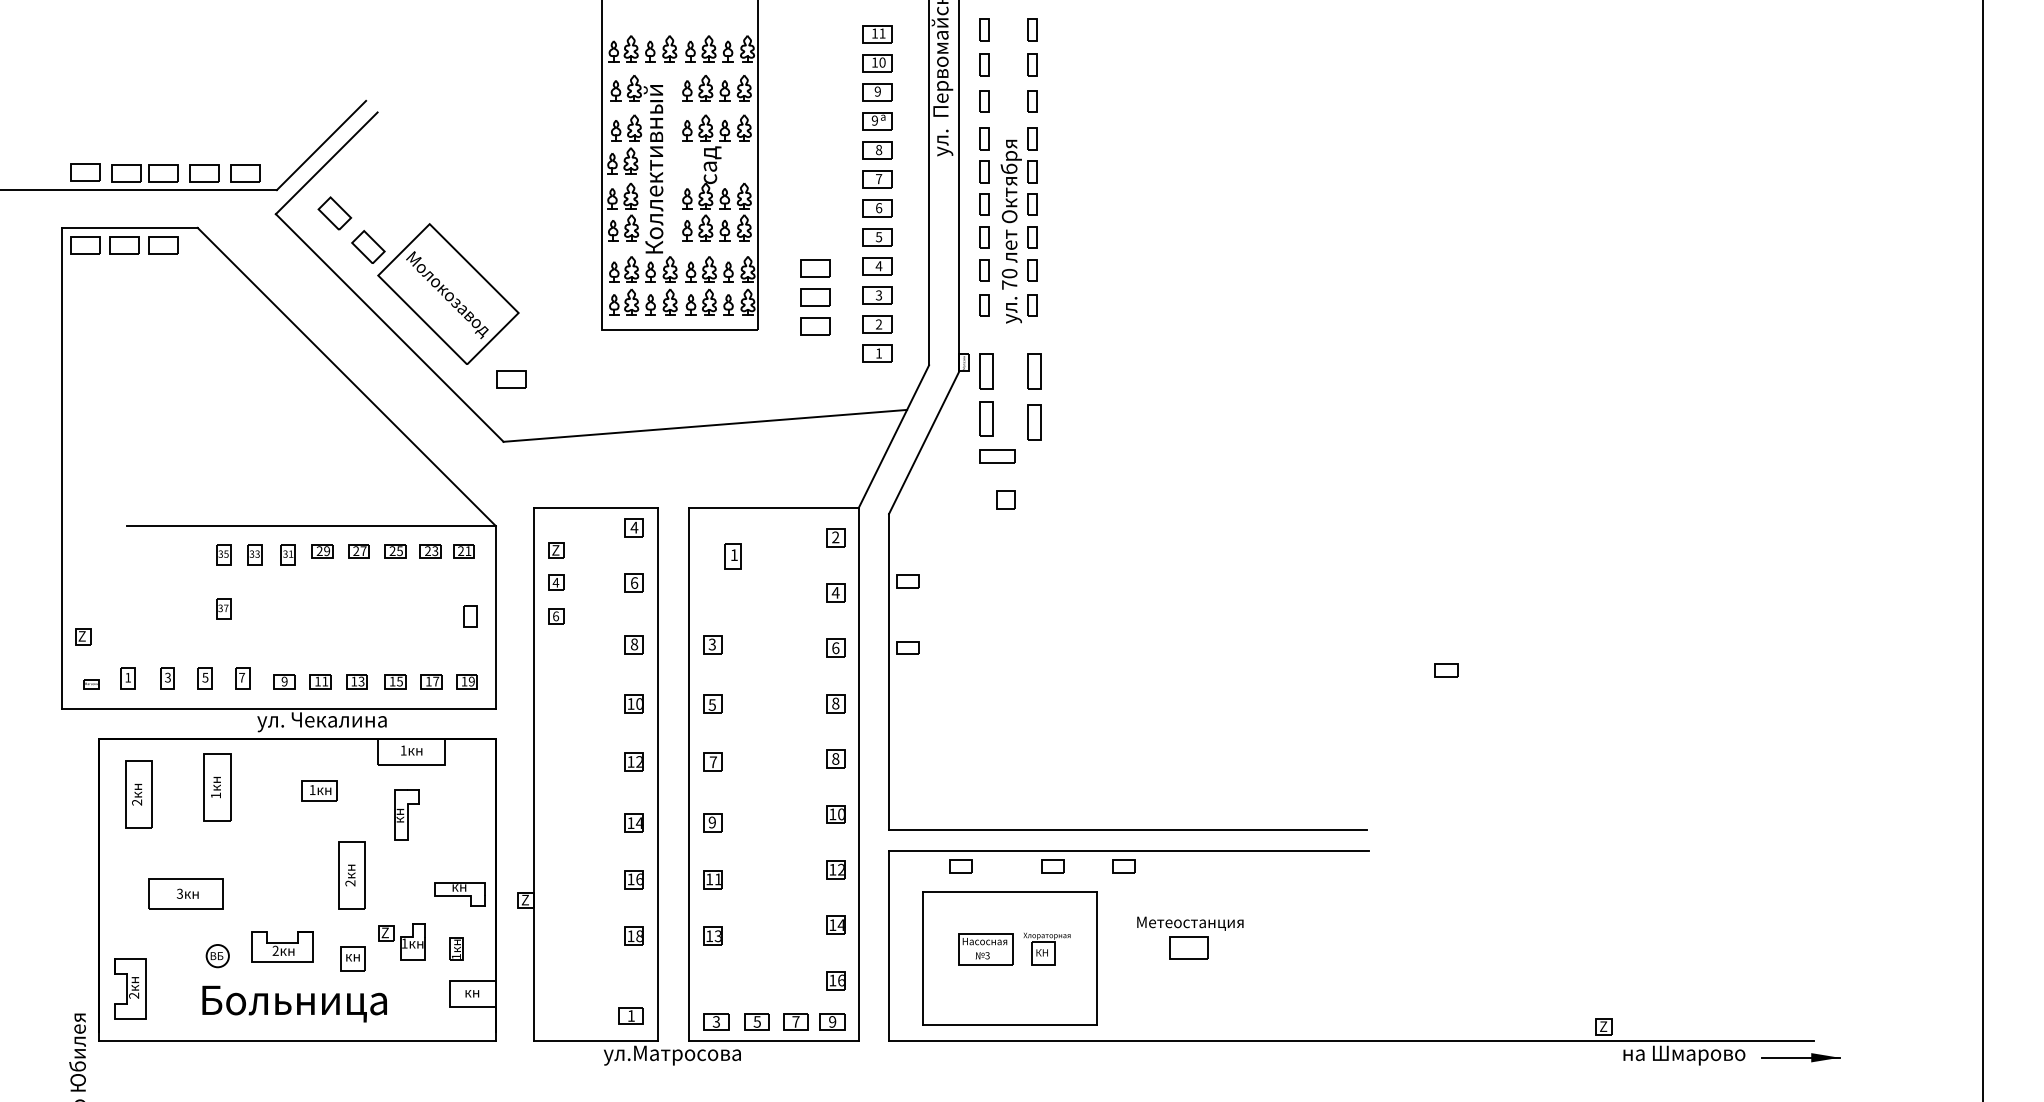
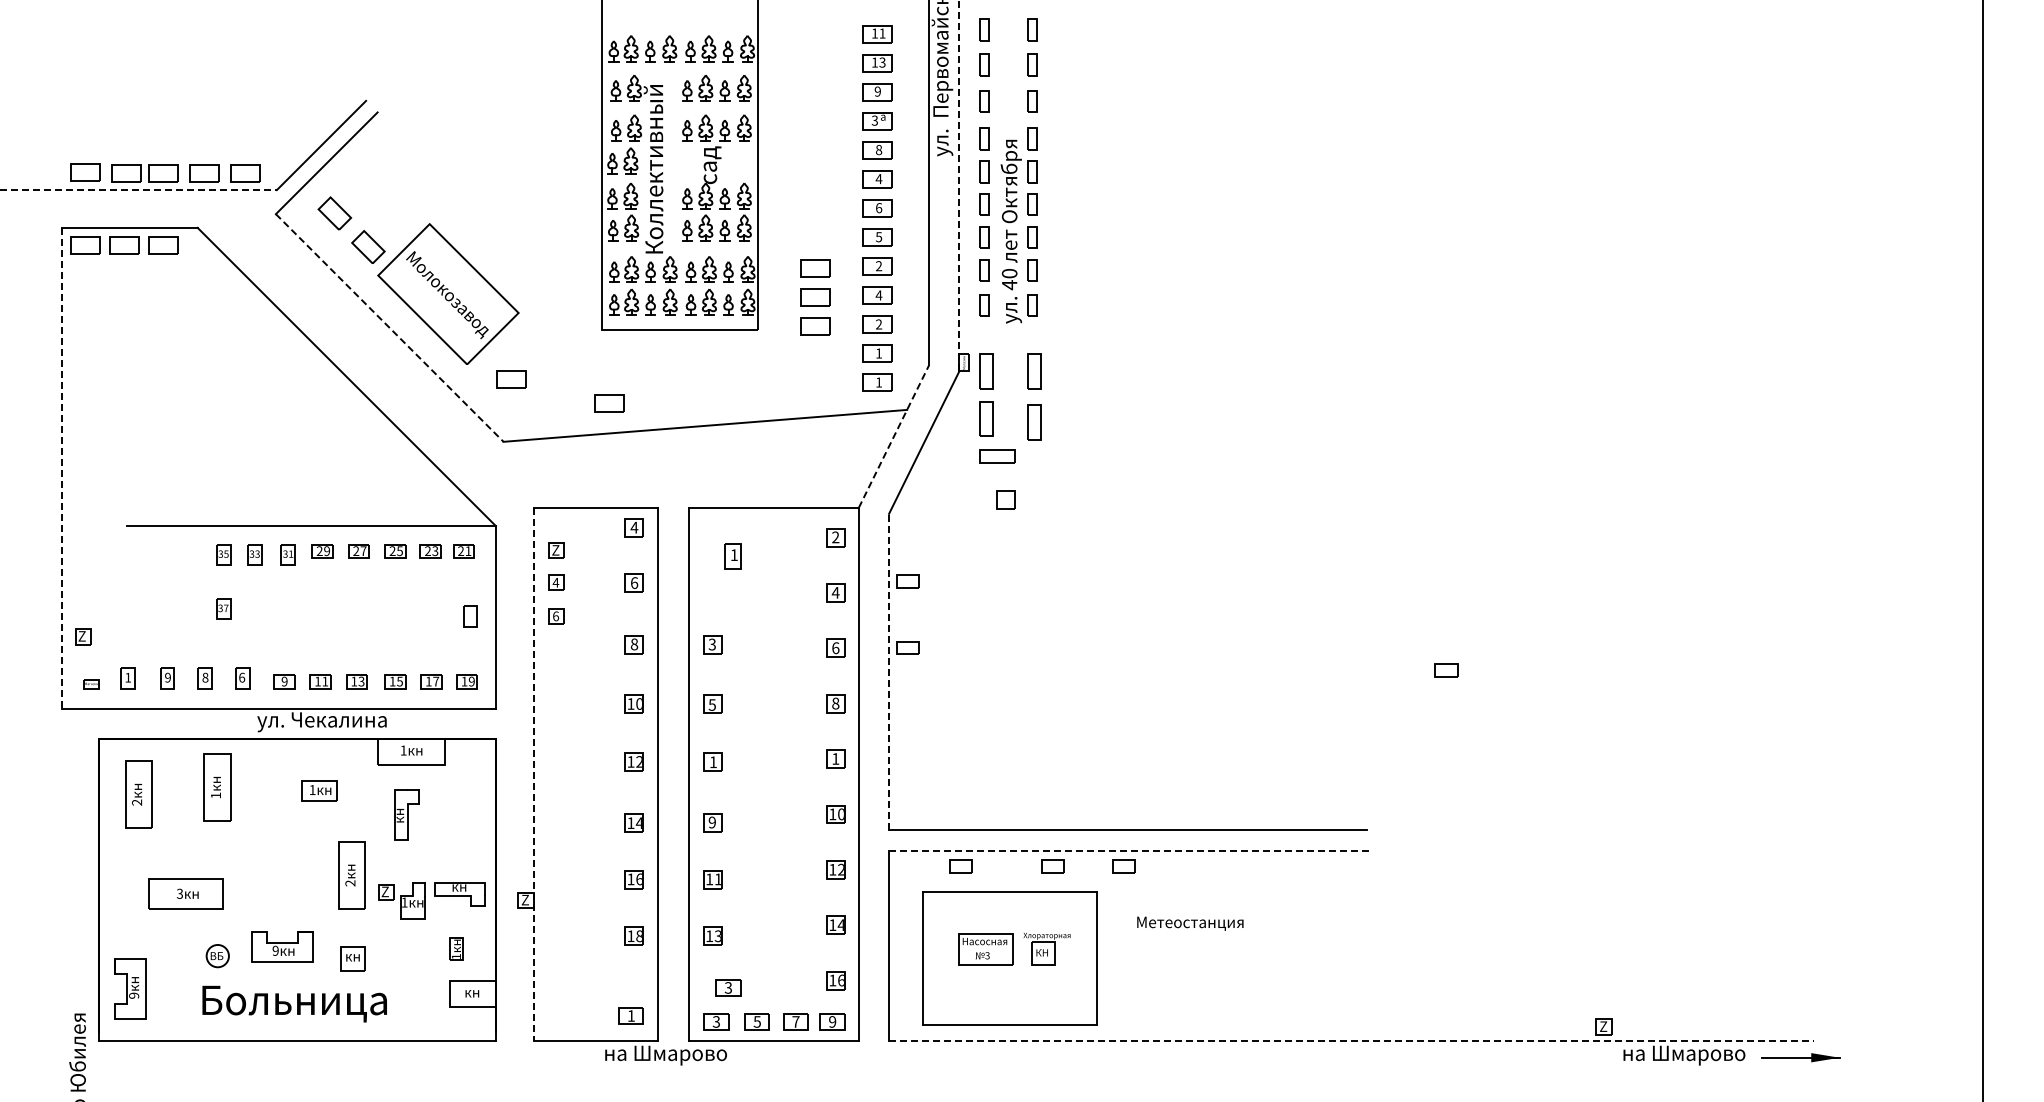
text at (882, 62): 10 -> 13
text at (874, 120): 9 -> 3
text at (878, 179): 7 -> 4
line at (959, 185): solid -> dashed
line at (139, 190): solid -> dashed
text at (878, 266): 4 -> 2
text at (1009, 285): 70 -> 40
text at (878, 295): 3 -> 4
line at (389, 327): solid -> dashed
part at (877, 382): none -> present
part at (609, 403): none -> present
line at (894, 436): solid -> dashed
line at (61, 468): solid -> dashed
line at (889, 671): solid -> dashed
text at (167, 677): 3 -> 9
text at (205, 677): 5 -> 8
text at (242, 677): 7 -> 6
text at (835, 758): 8 -> 1
text at (713, 762): 7 -> 1
line at (533, 774): solid -> dashed
line at (1129, 851): solid -> dashed
part at (401, 941) position: (401, 941) -> (401, 900)
part at (1188, 947): present -> none
text at (275, 950): 2 -> 9
part at (728, 987): none -> present
text at (134, 995): 2 -> 9
line at (1352, 1041): solid -> dashed
text at (671, 1055): ул.Матросова -> на Шмарово
